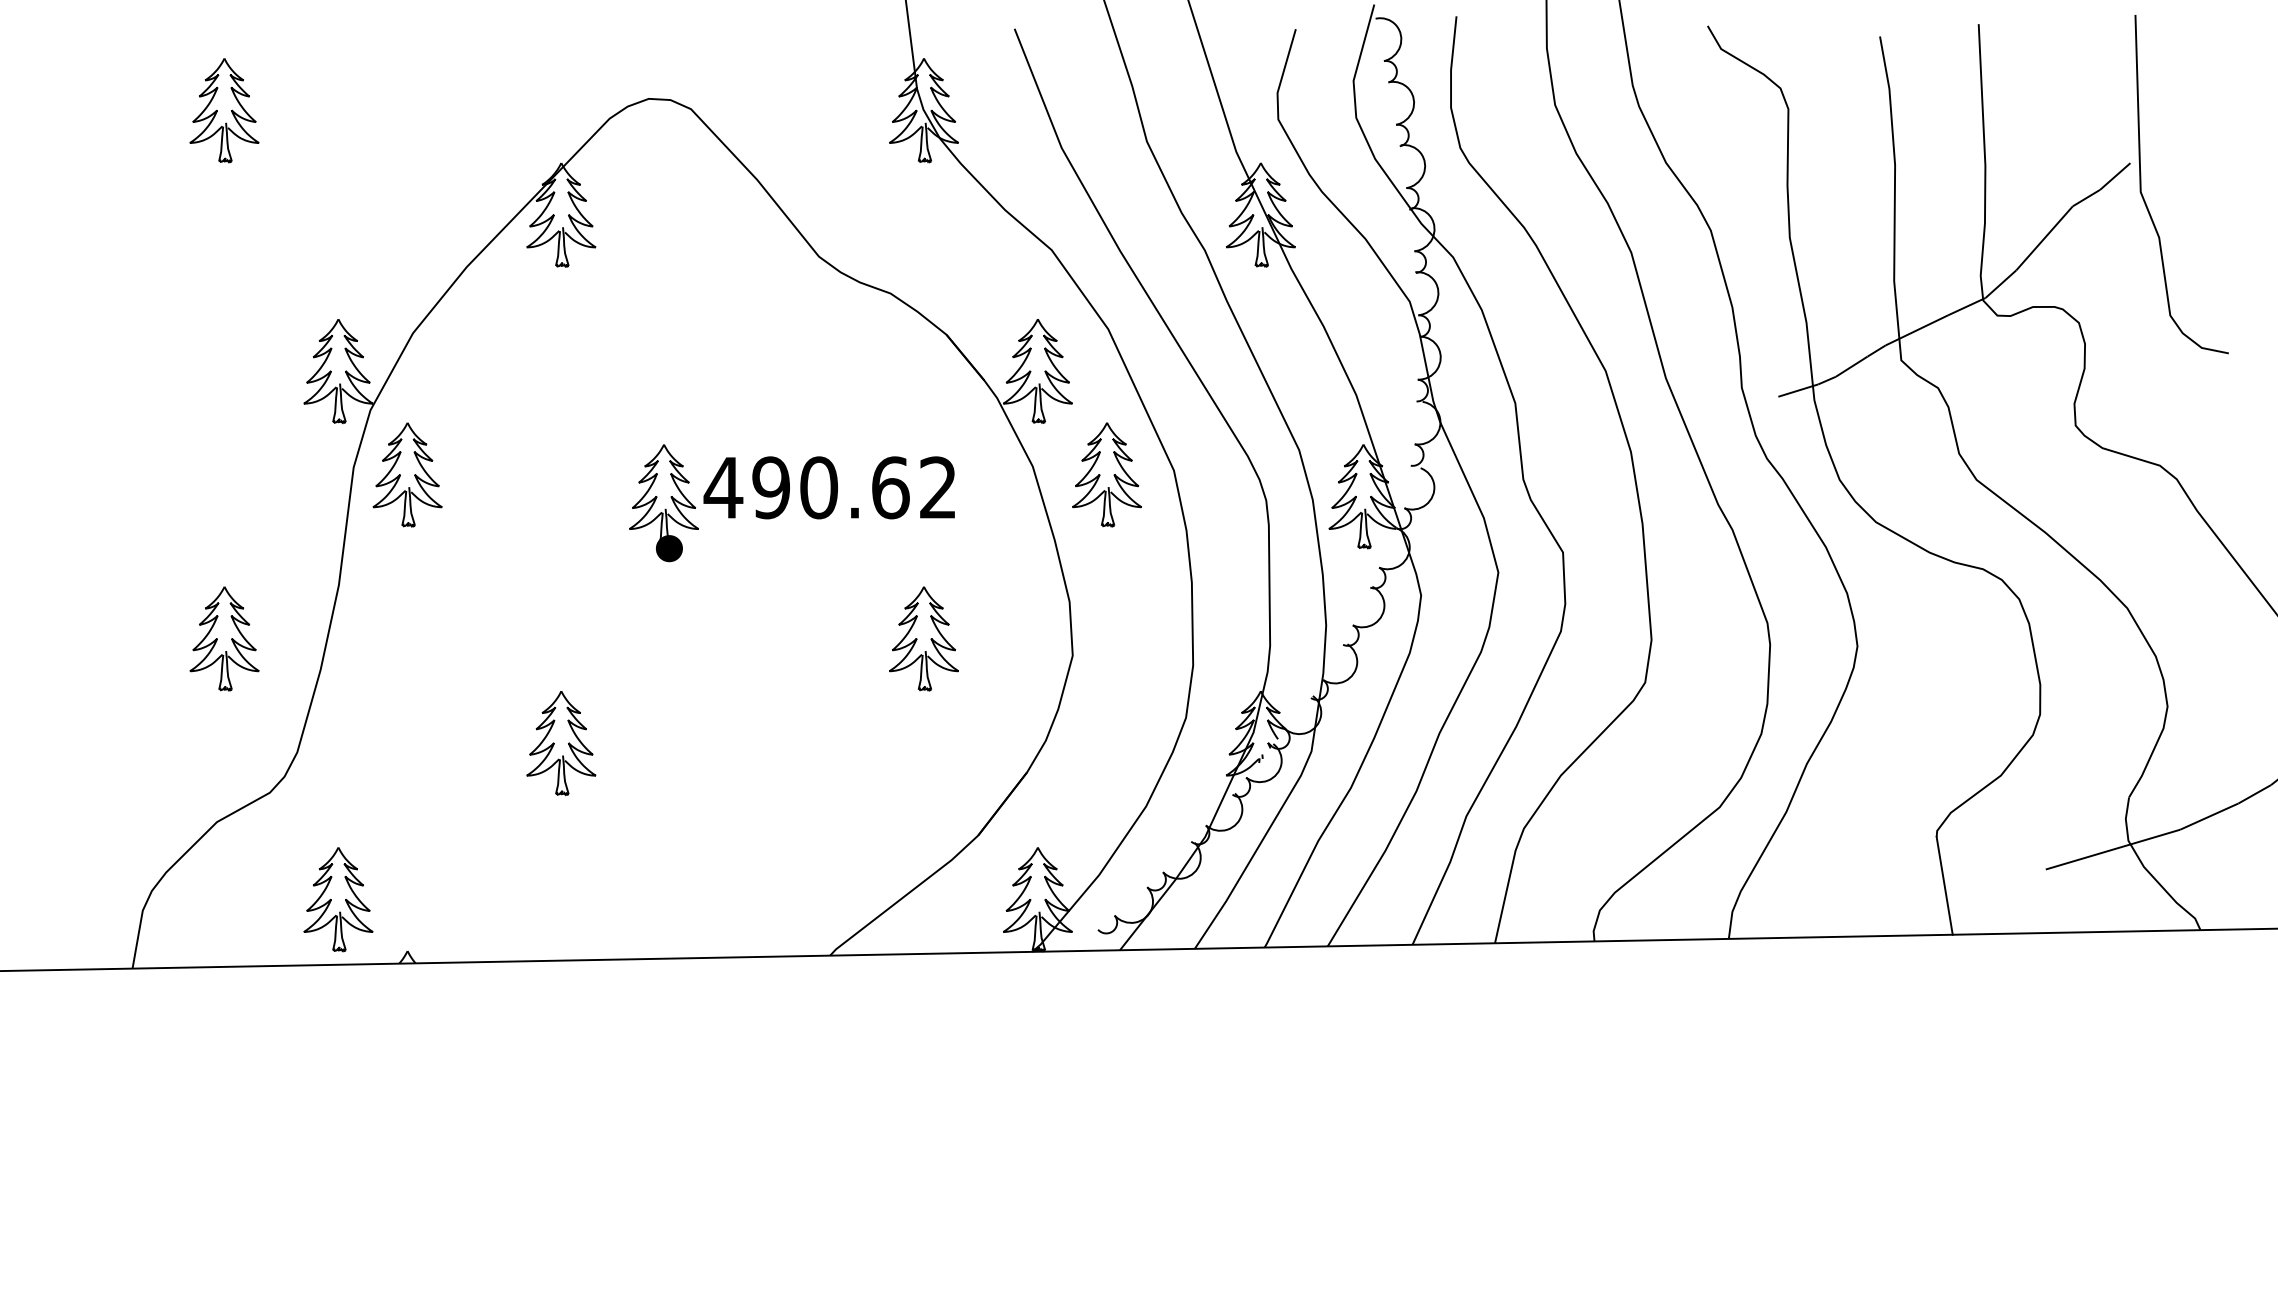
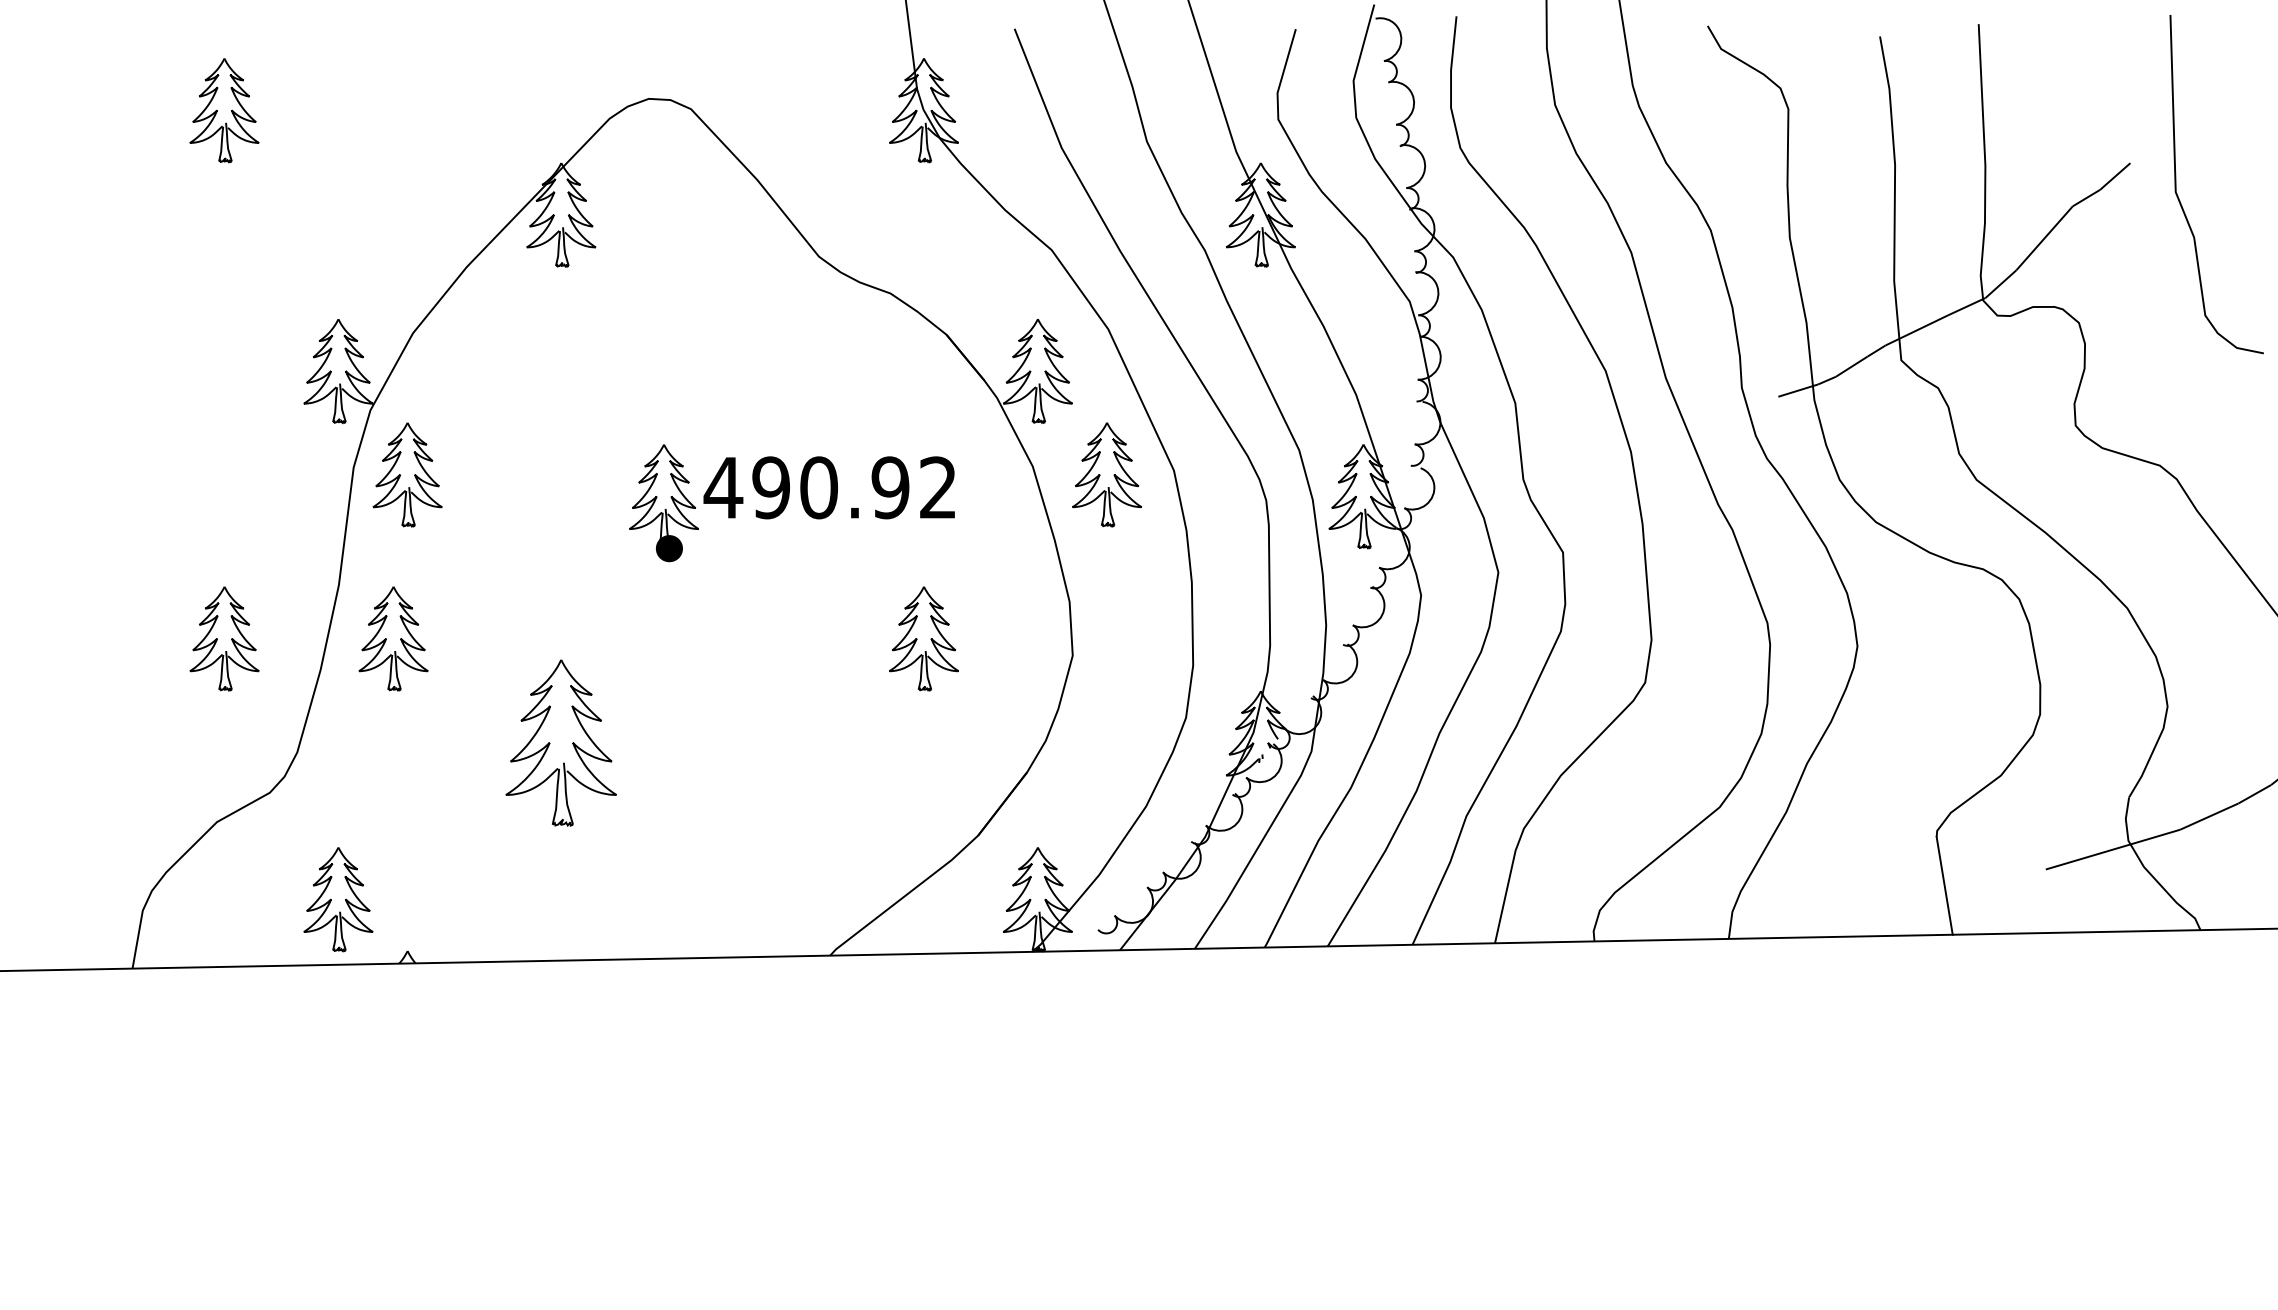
curve at (2145, 200) position: (2145, 200) -> (2180, 200)
text at (890, 487): 490.62 -> 490.92
part at (393, 638): none -> present
part at (561, 743) size: 71x105 px -> 112x168 px
